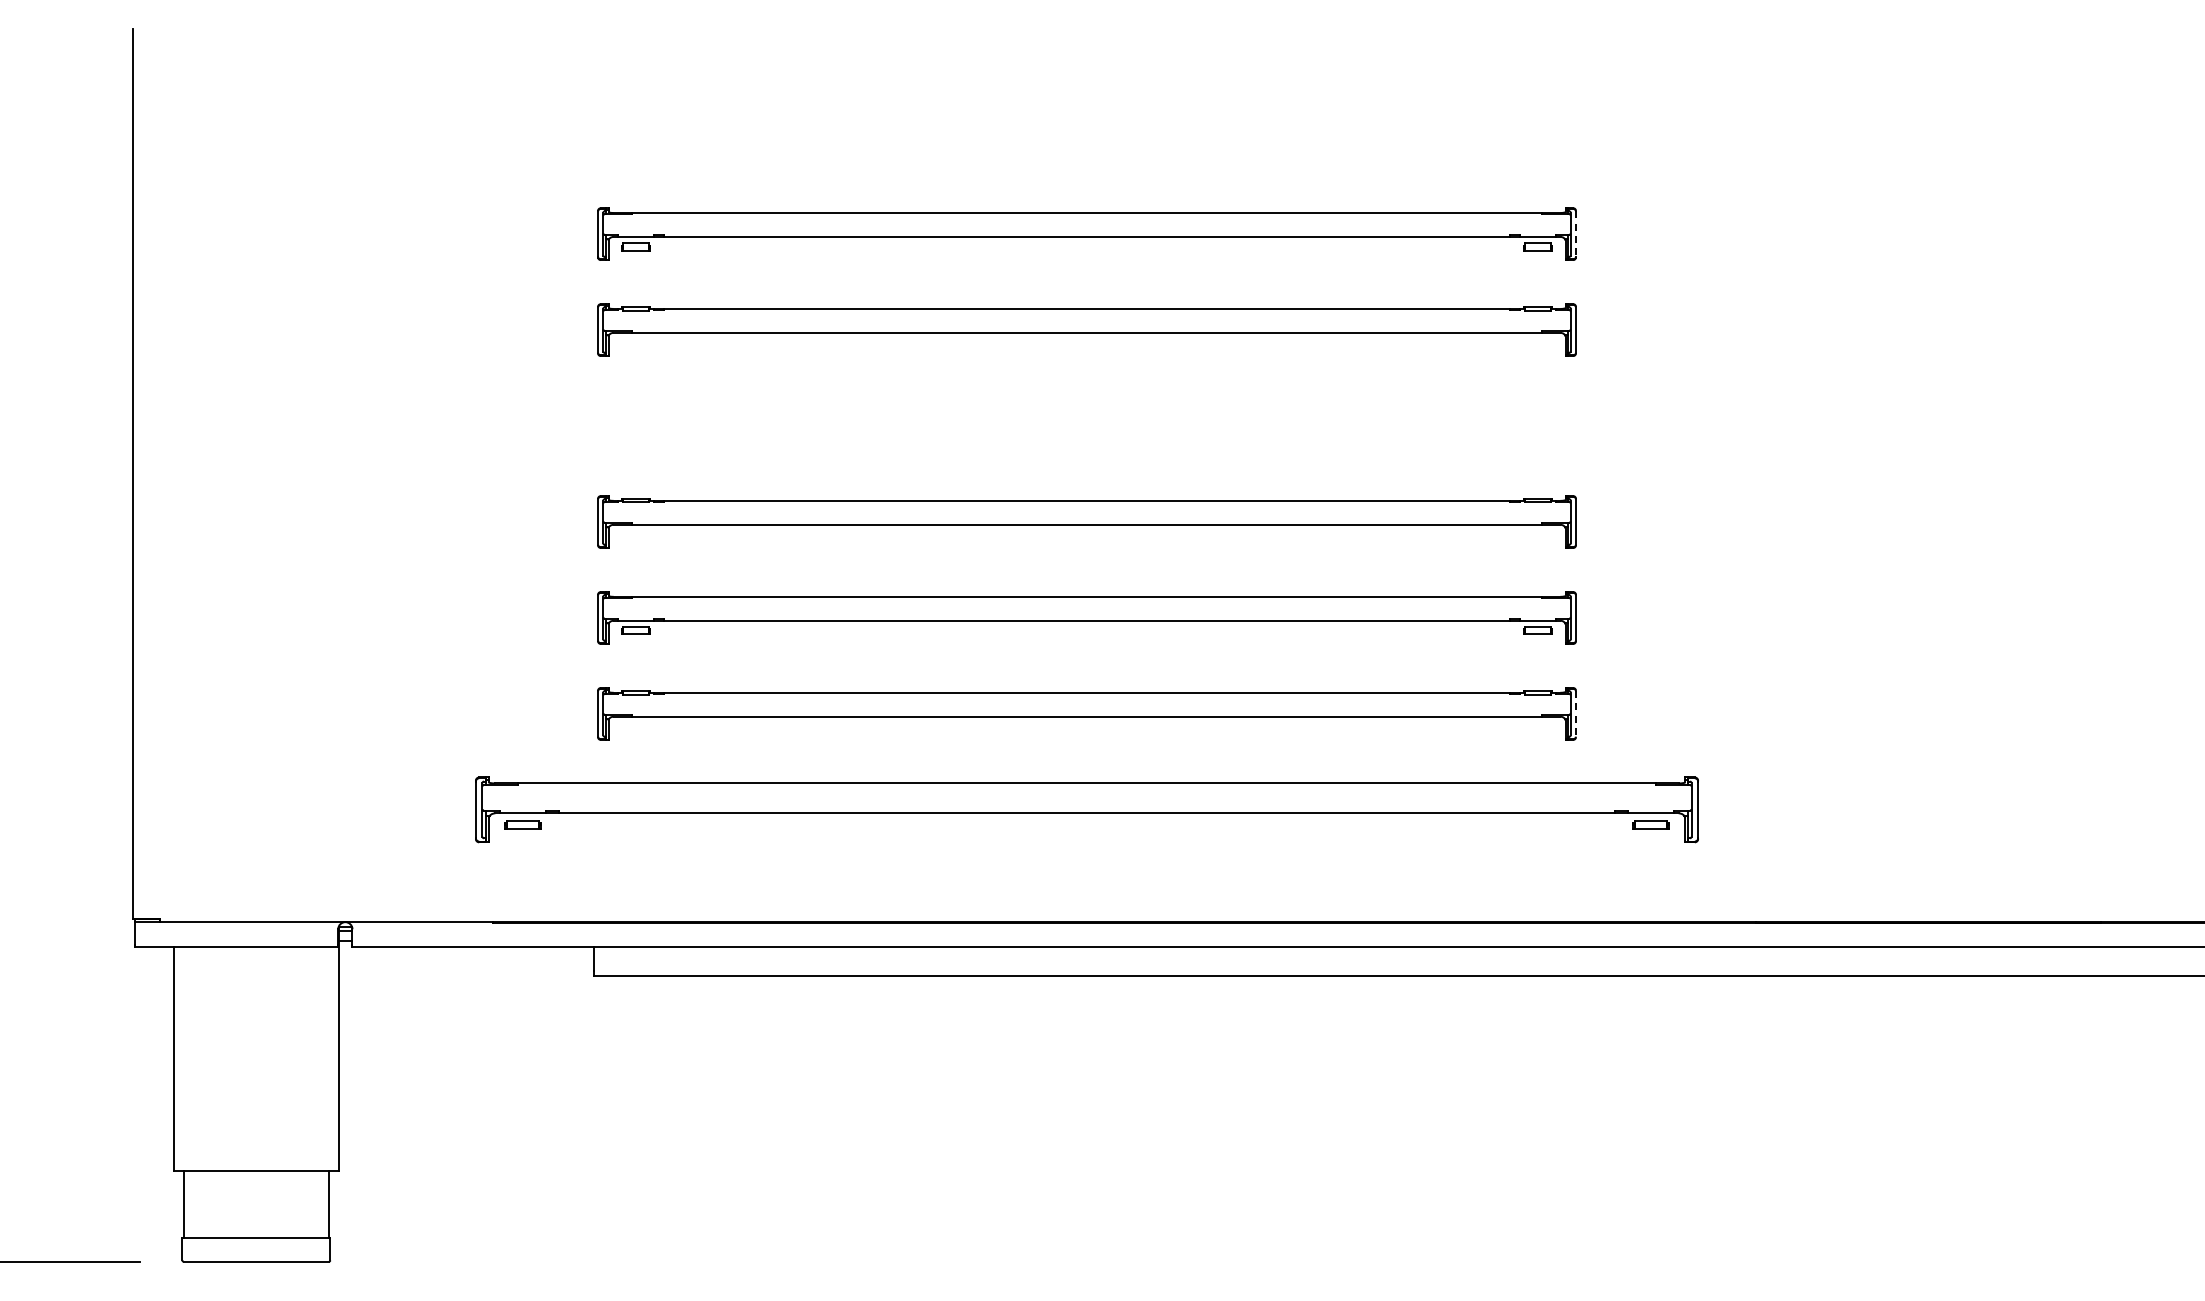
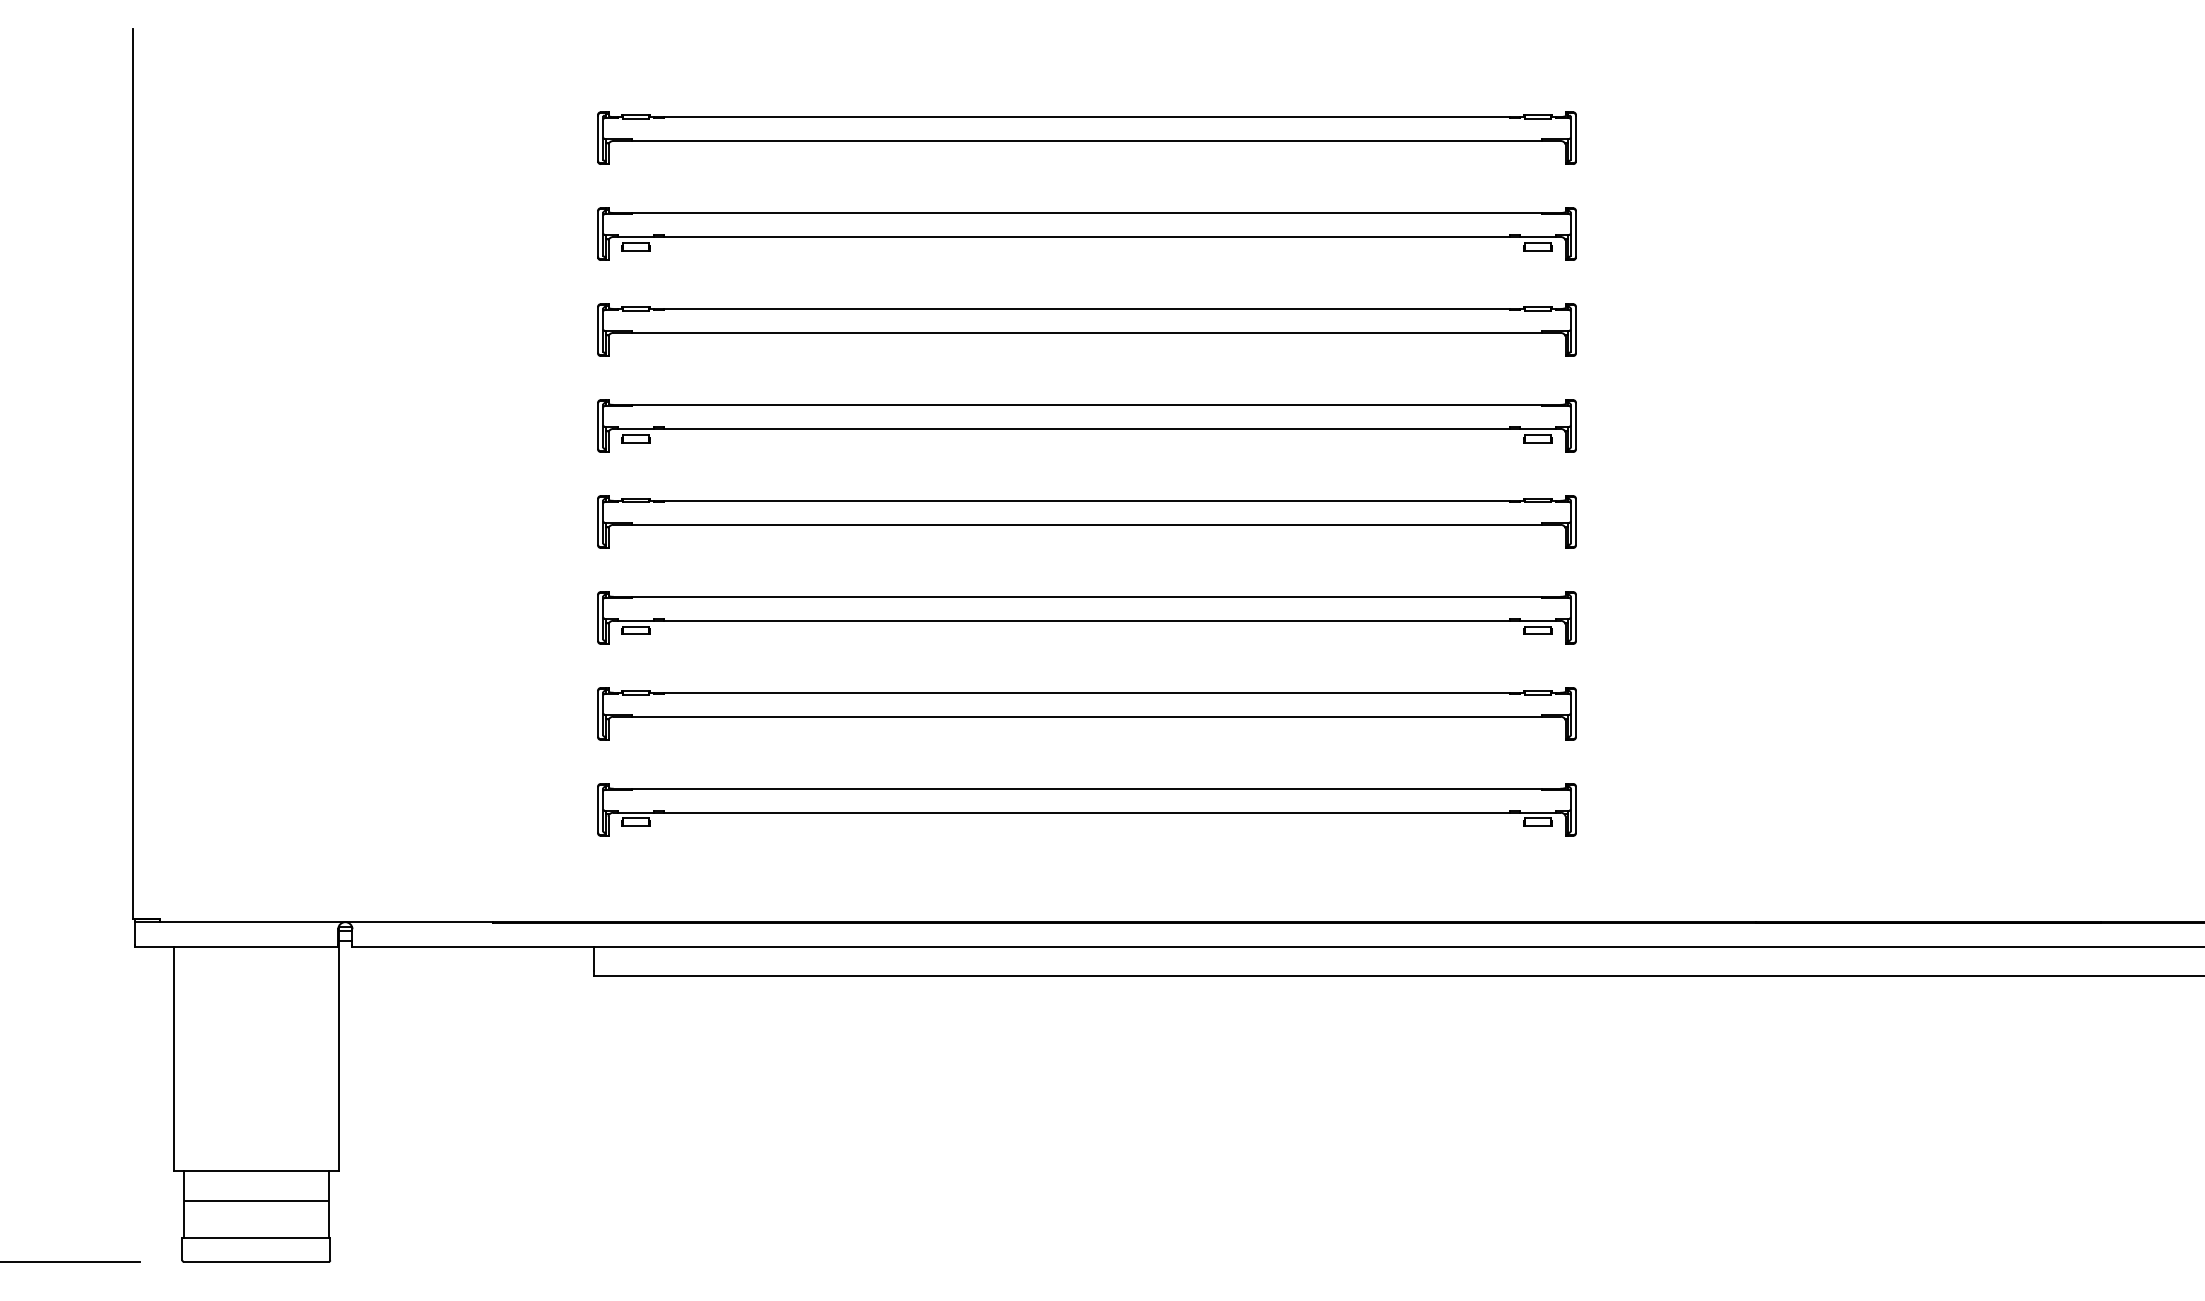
part at (1086, 137): none -> present
line at (1575, 234): dashed -> solid
part at (1086, 425): none -> present
line at (1575, 713): dashed -> solid
part at (1086, 809) size: 1224x68 px -> 980x54 px
line at (256, 1200): none -> present
